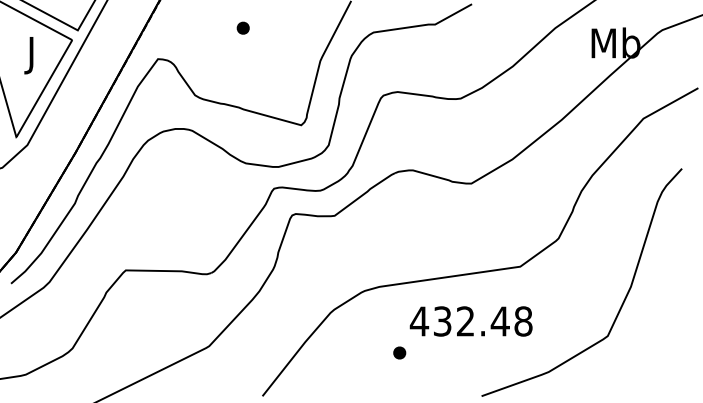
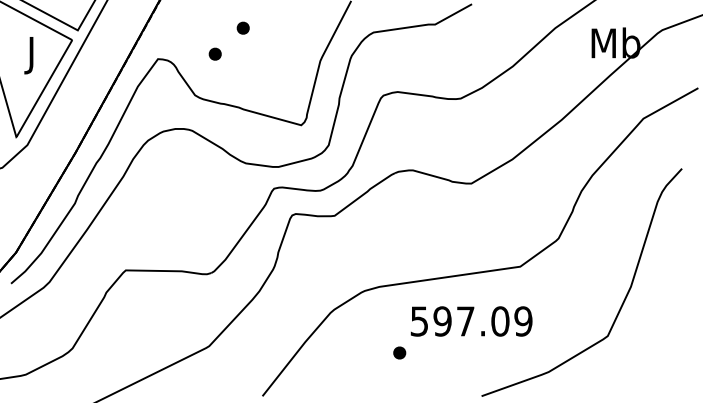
part at (214, 53): none -> present
text at (470, 321): 432.48 -> 597.09
